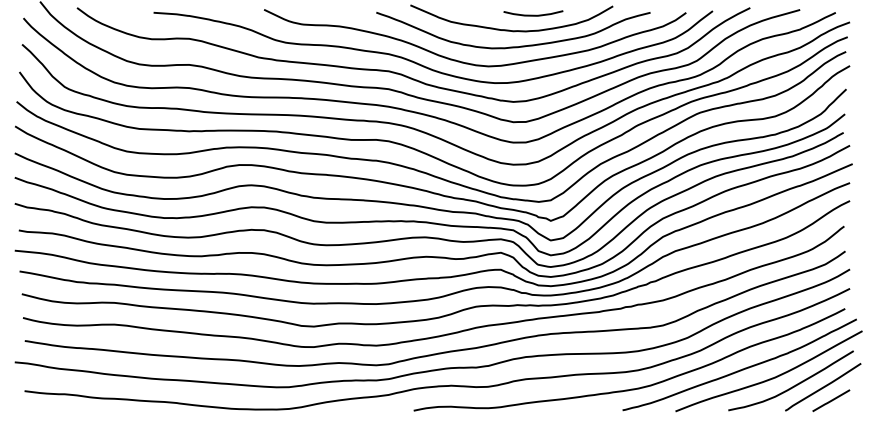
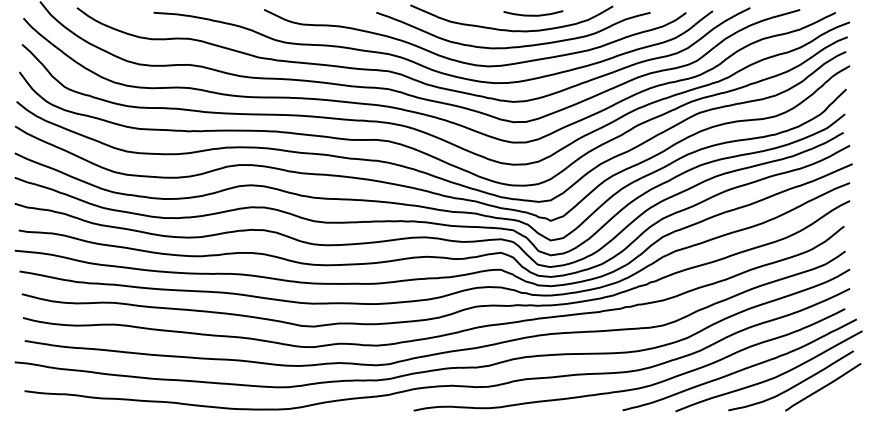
line at (831, 400): present -> none
